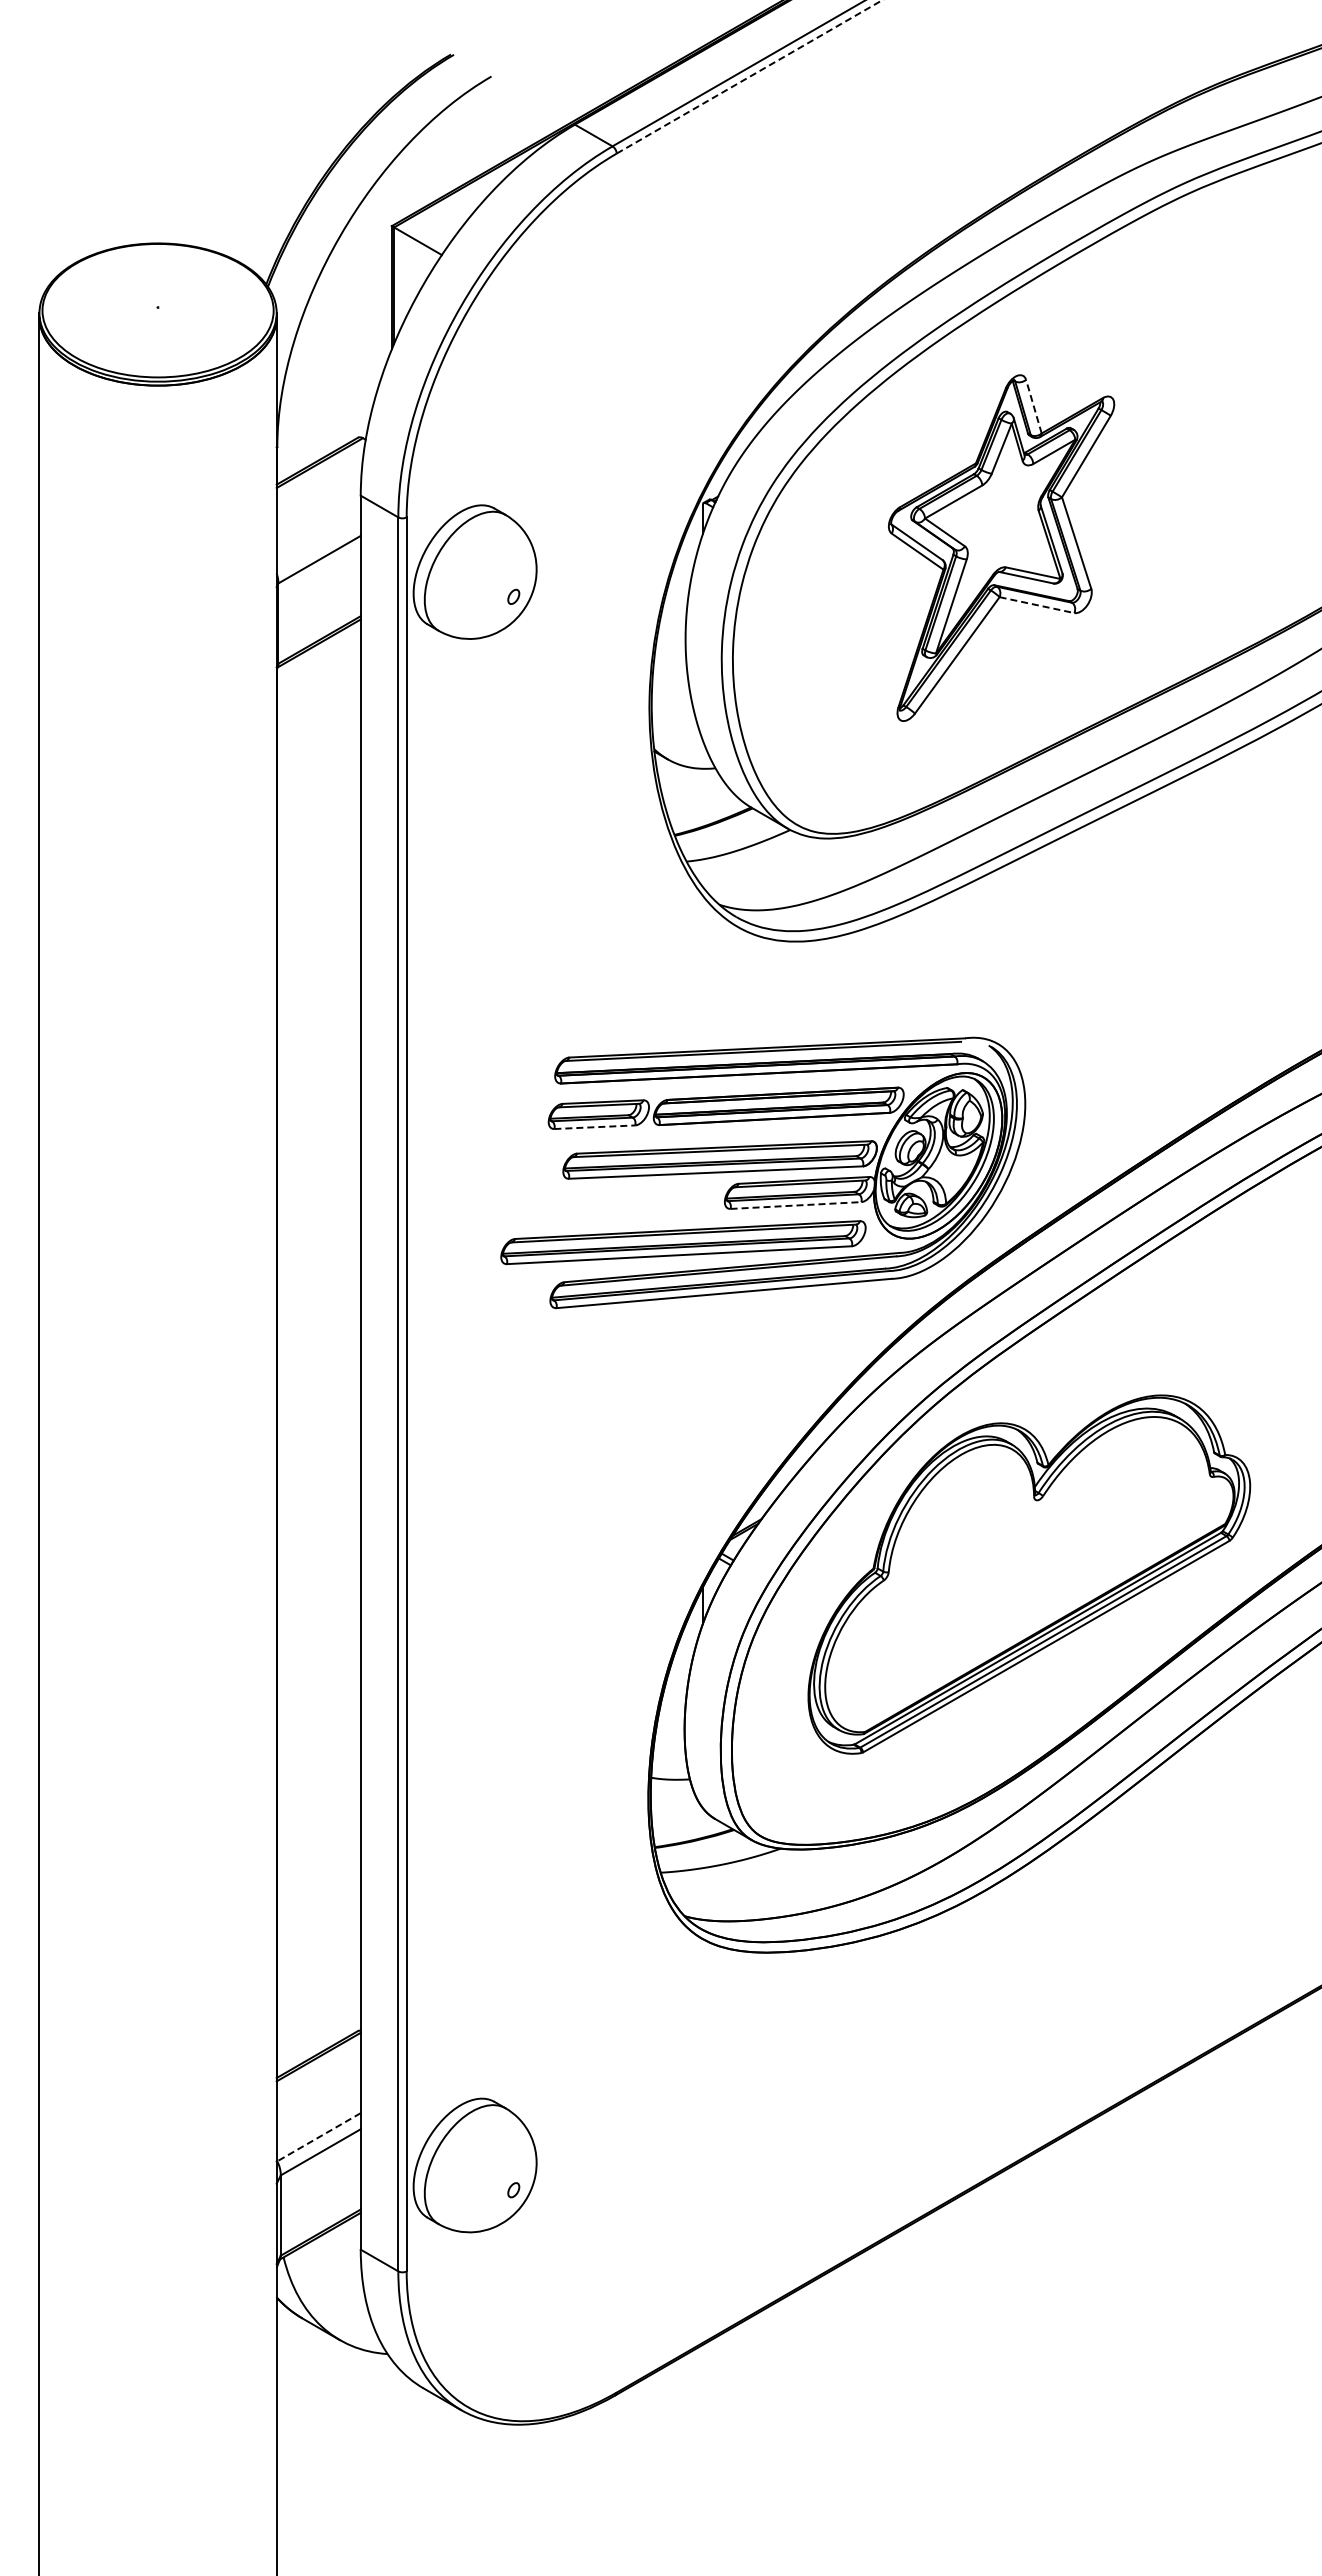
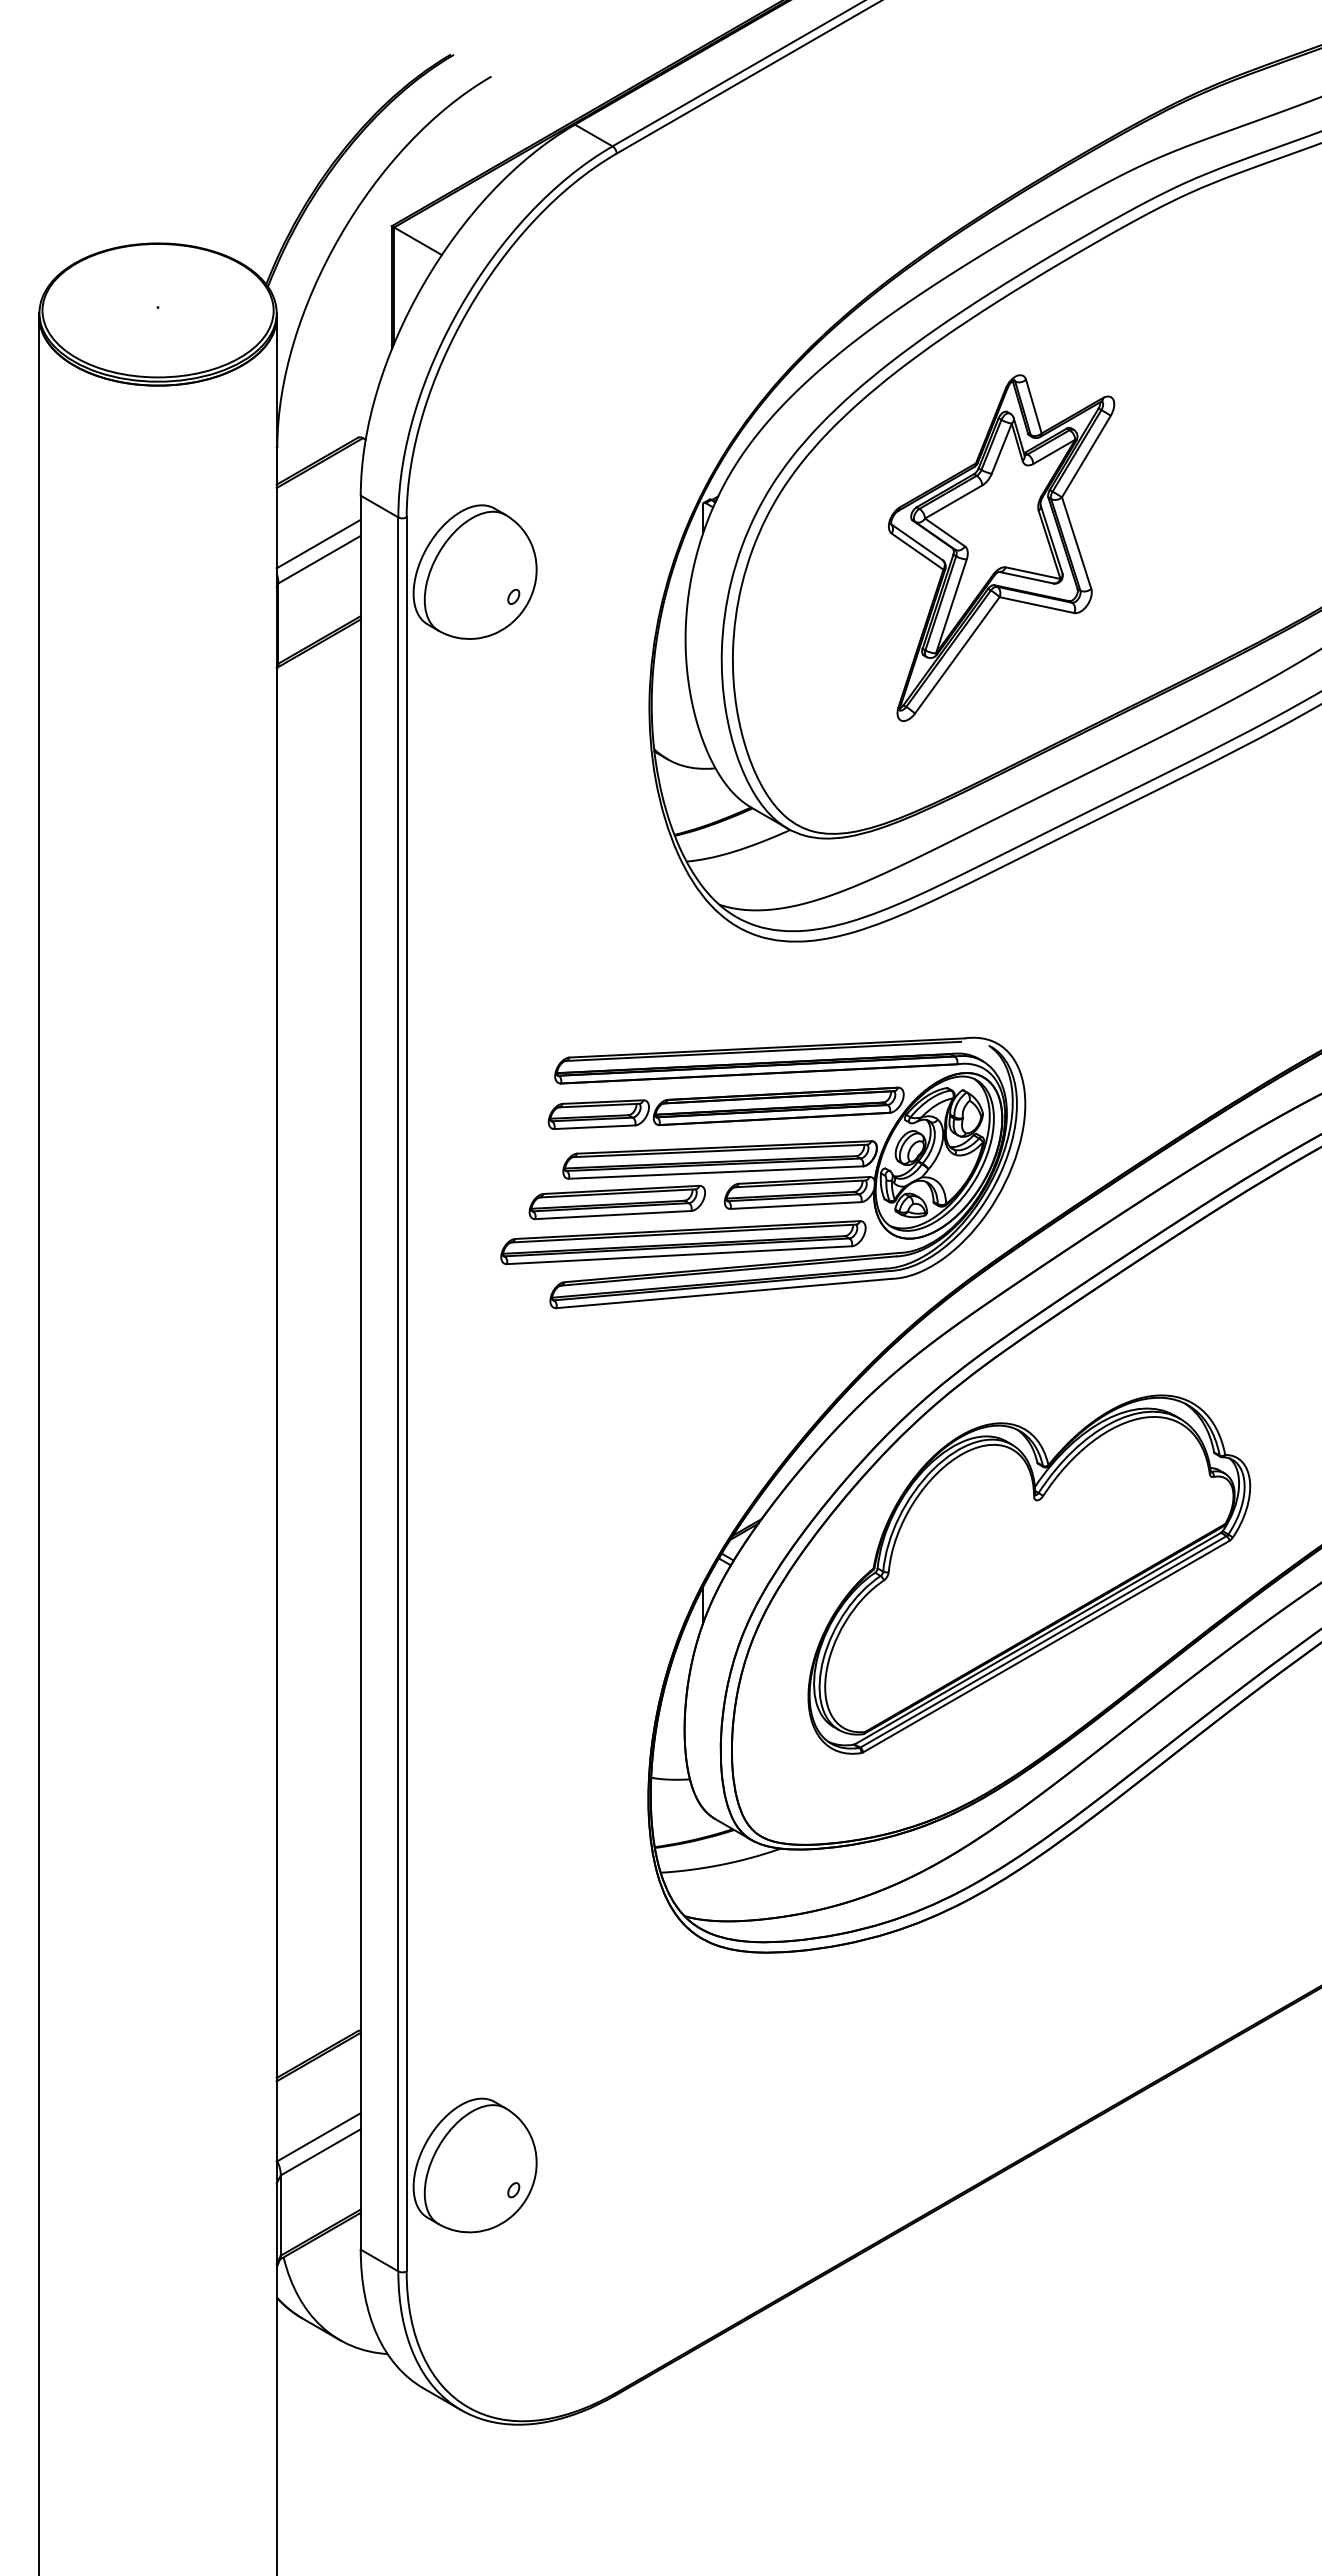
line at (750, 76): dashed -> solid
line at (1033, 406): dashed -> solid
line at (318, 543): none -> present
line at (1037, 605): dashed -> solid
line at (595, 1127): dashed -> solid
part at (616, 1202): none -> present
line at (796, 1205): dashed -> solid
line at (318, 2137): dashed -> solid
